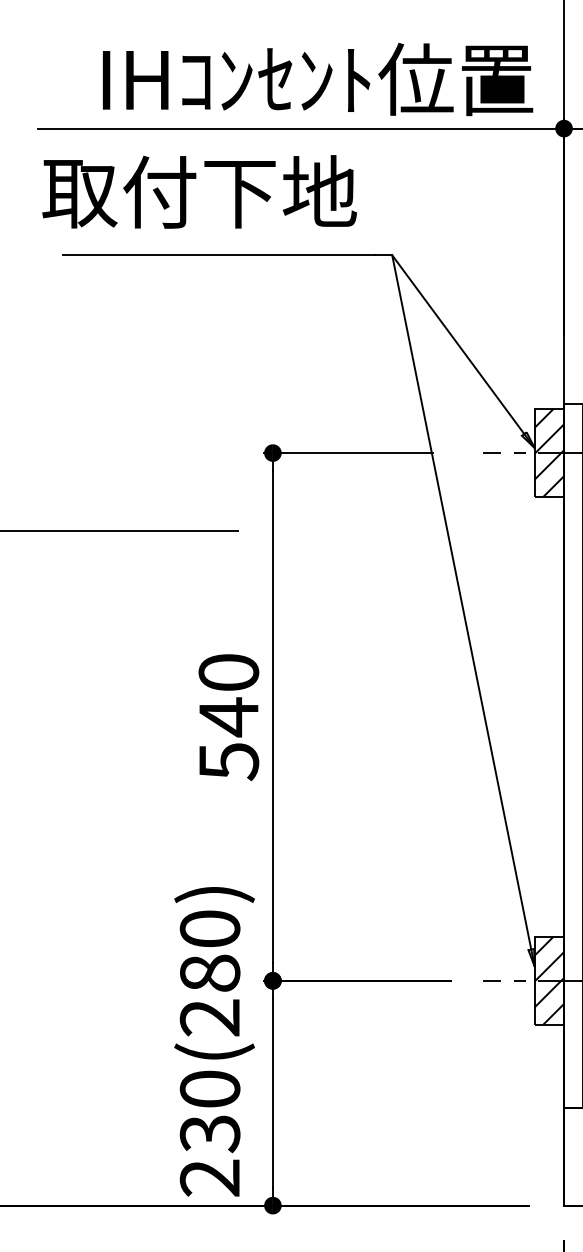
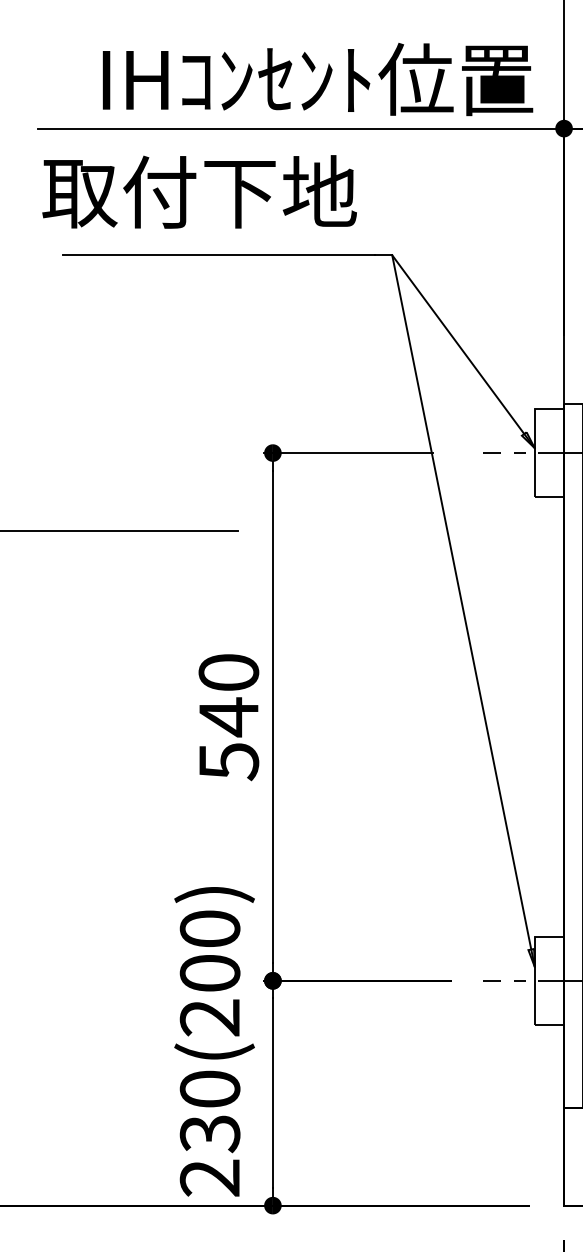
hatch at (549, 453): present -> none
text at (209, 972): 230(280) -> 230(200)
hatch at (549, 980): present -> none
